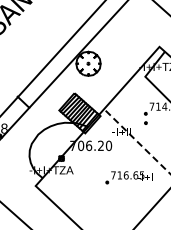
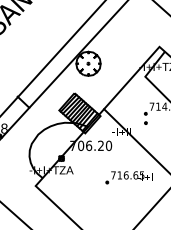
line at (137, 141): dashed -> solid
